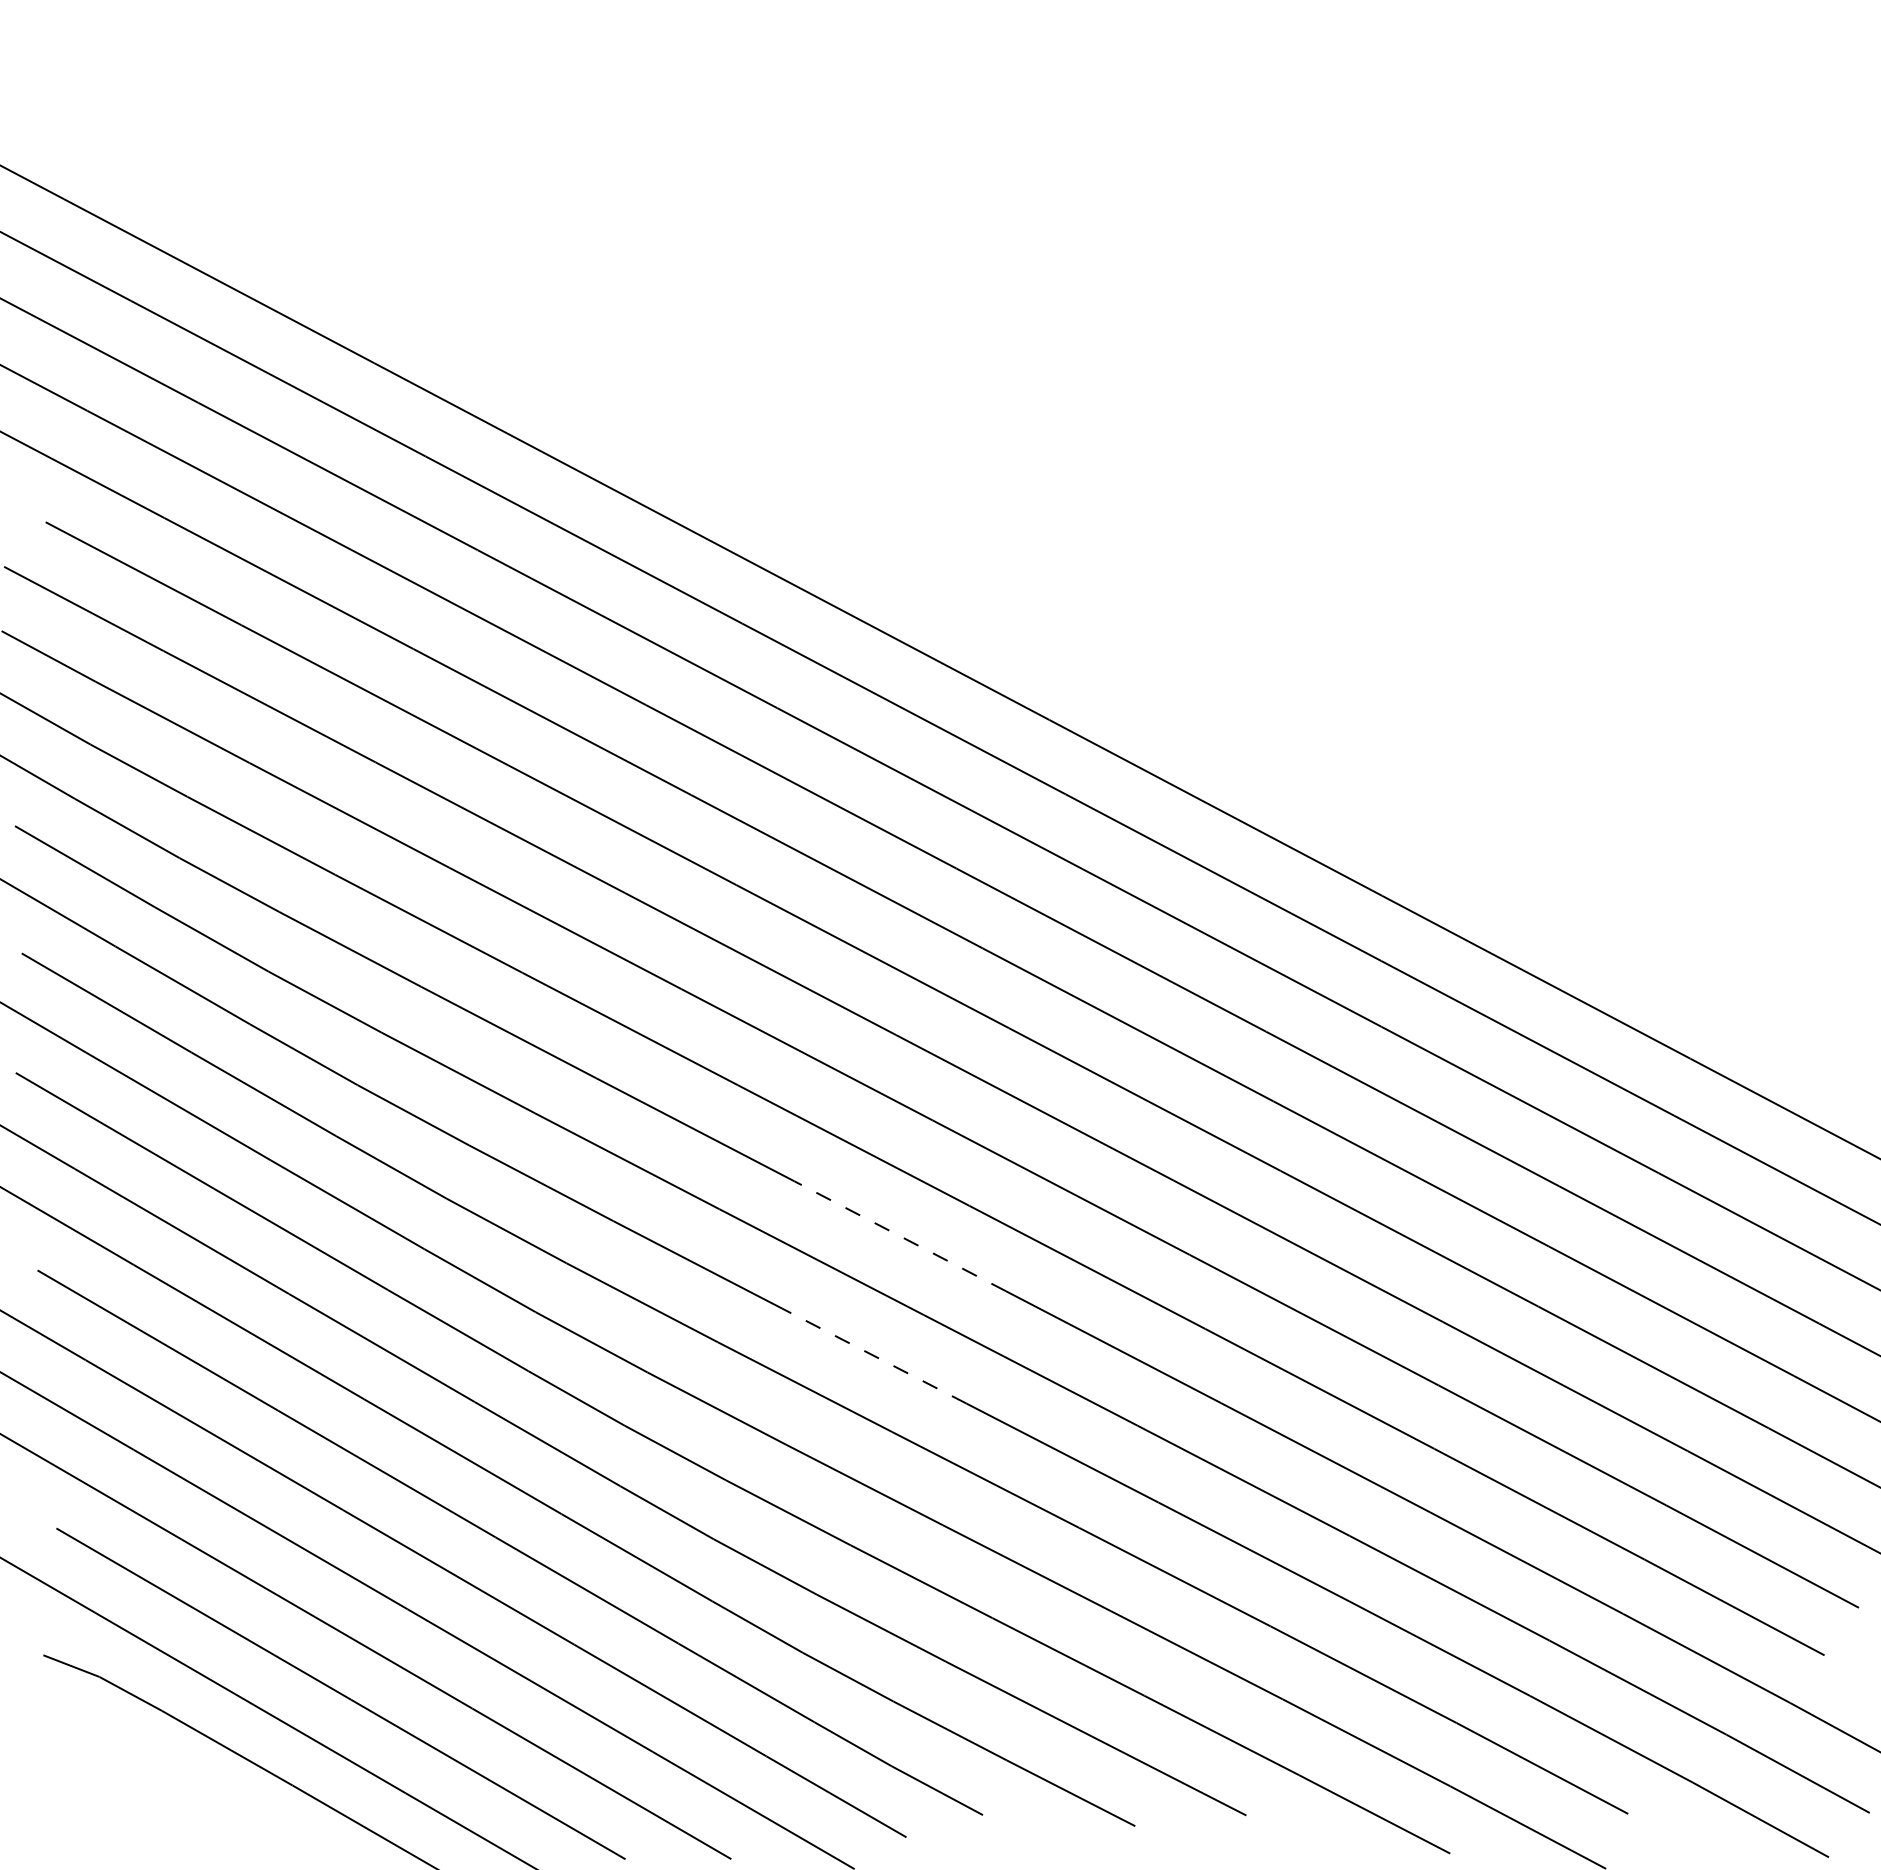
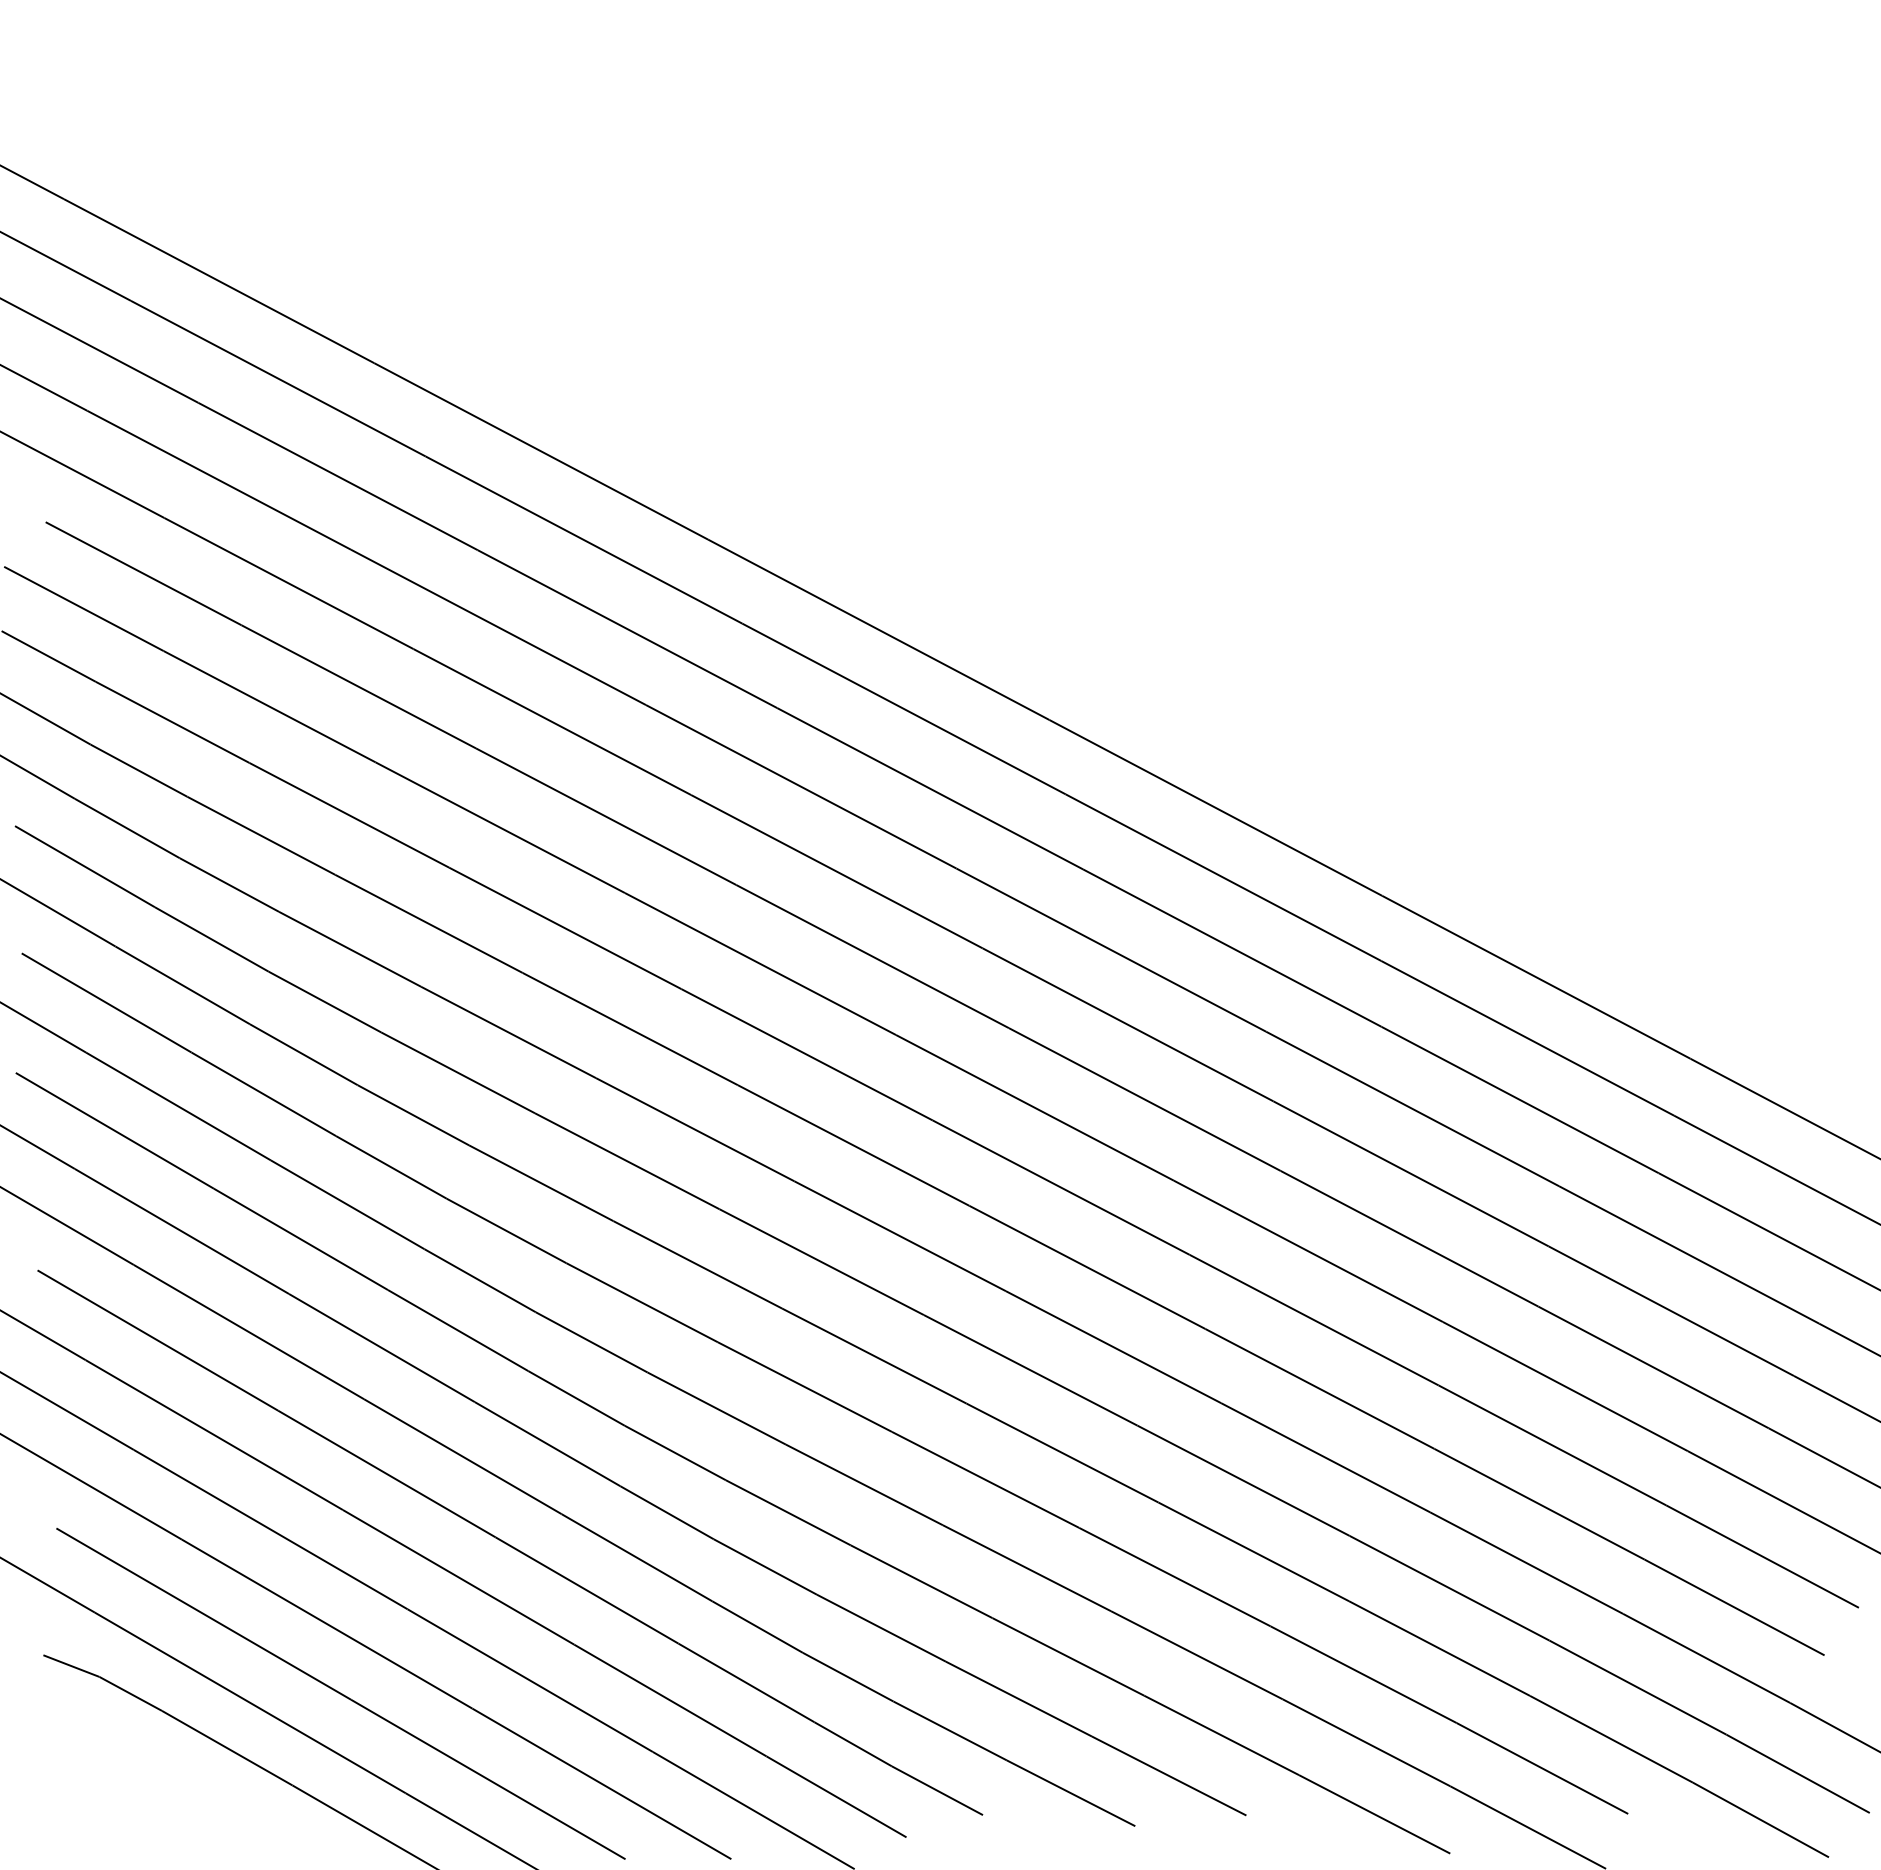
line at (899, 1236): dashed -> solid
line at (874, 1356): dashed -> solid
